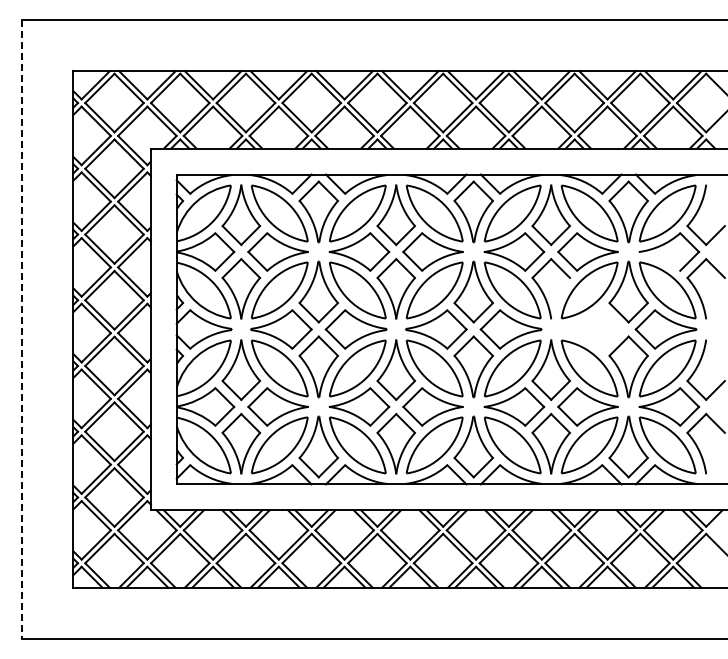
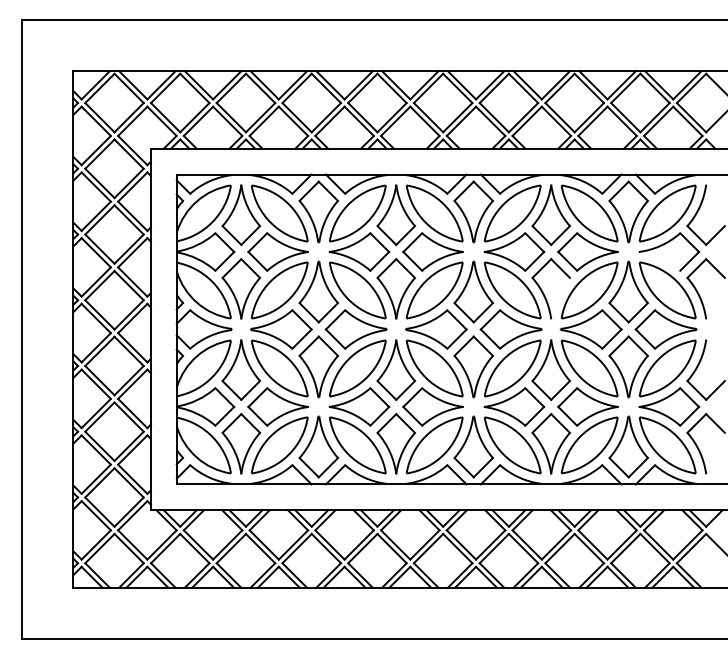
line at (21, 329): dashed -> solid
part at (590, 329): none -> present
